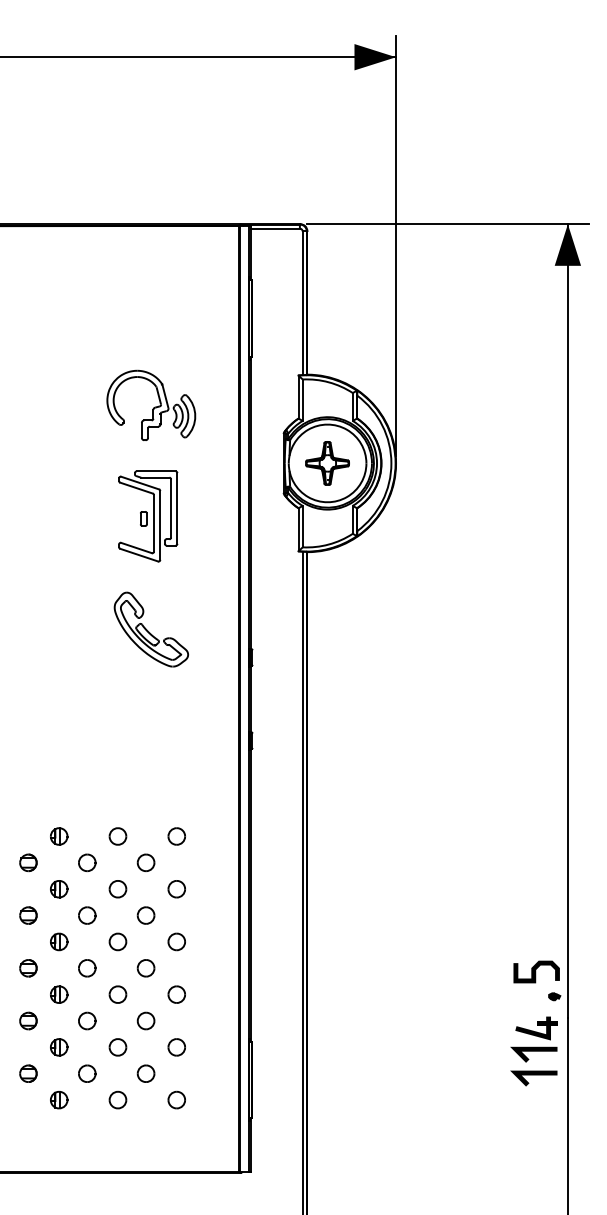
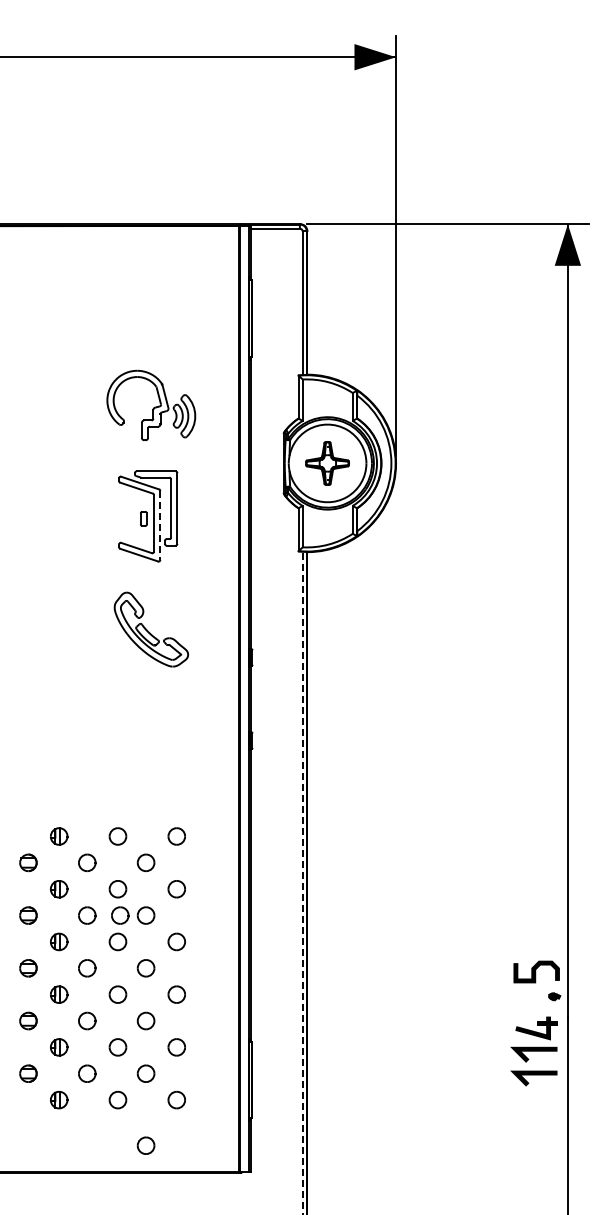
line at (160, 525): solid -> dashed
line at (302, 882): solid -> dashed
part at (120, 915): none -> present
part at (145, 1145): none -> present
